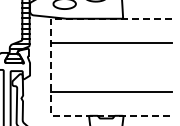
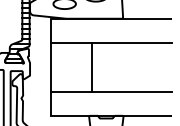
line at (51, 67): dashed -> solid
line at (91, 67): none -> present
